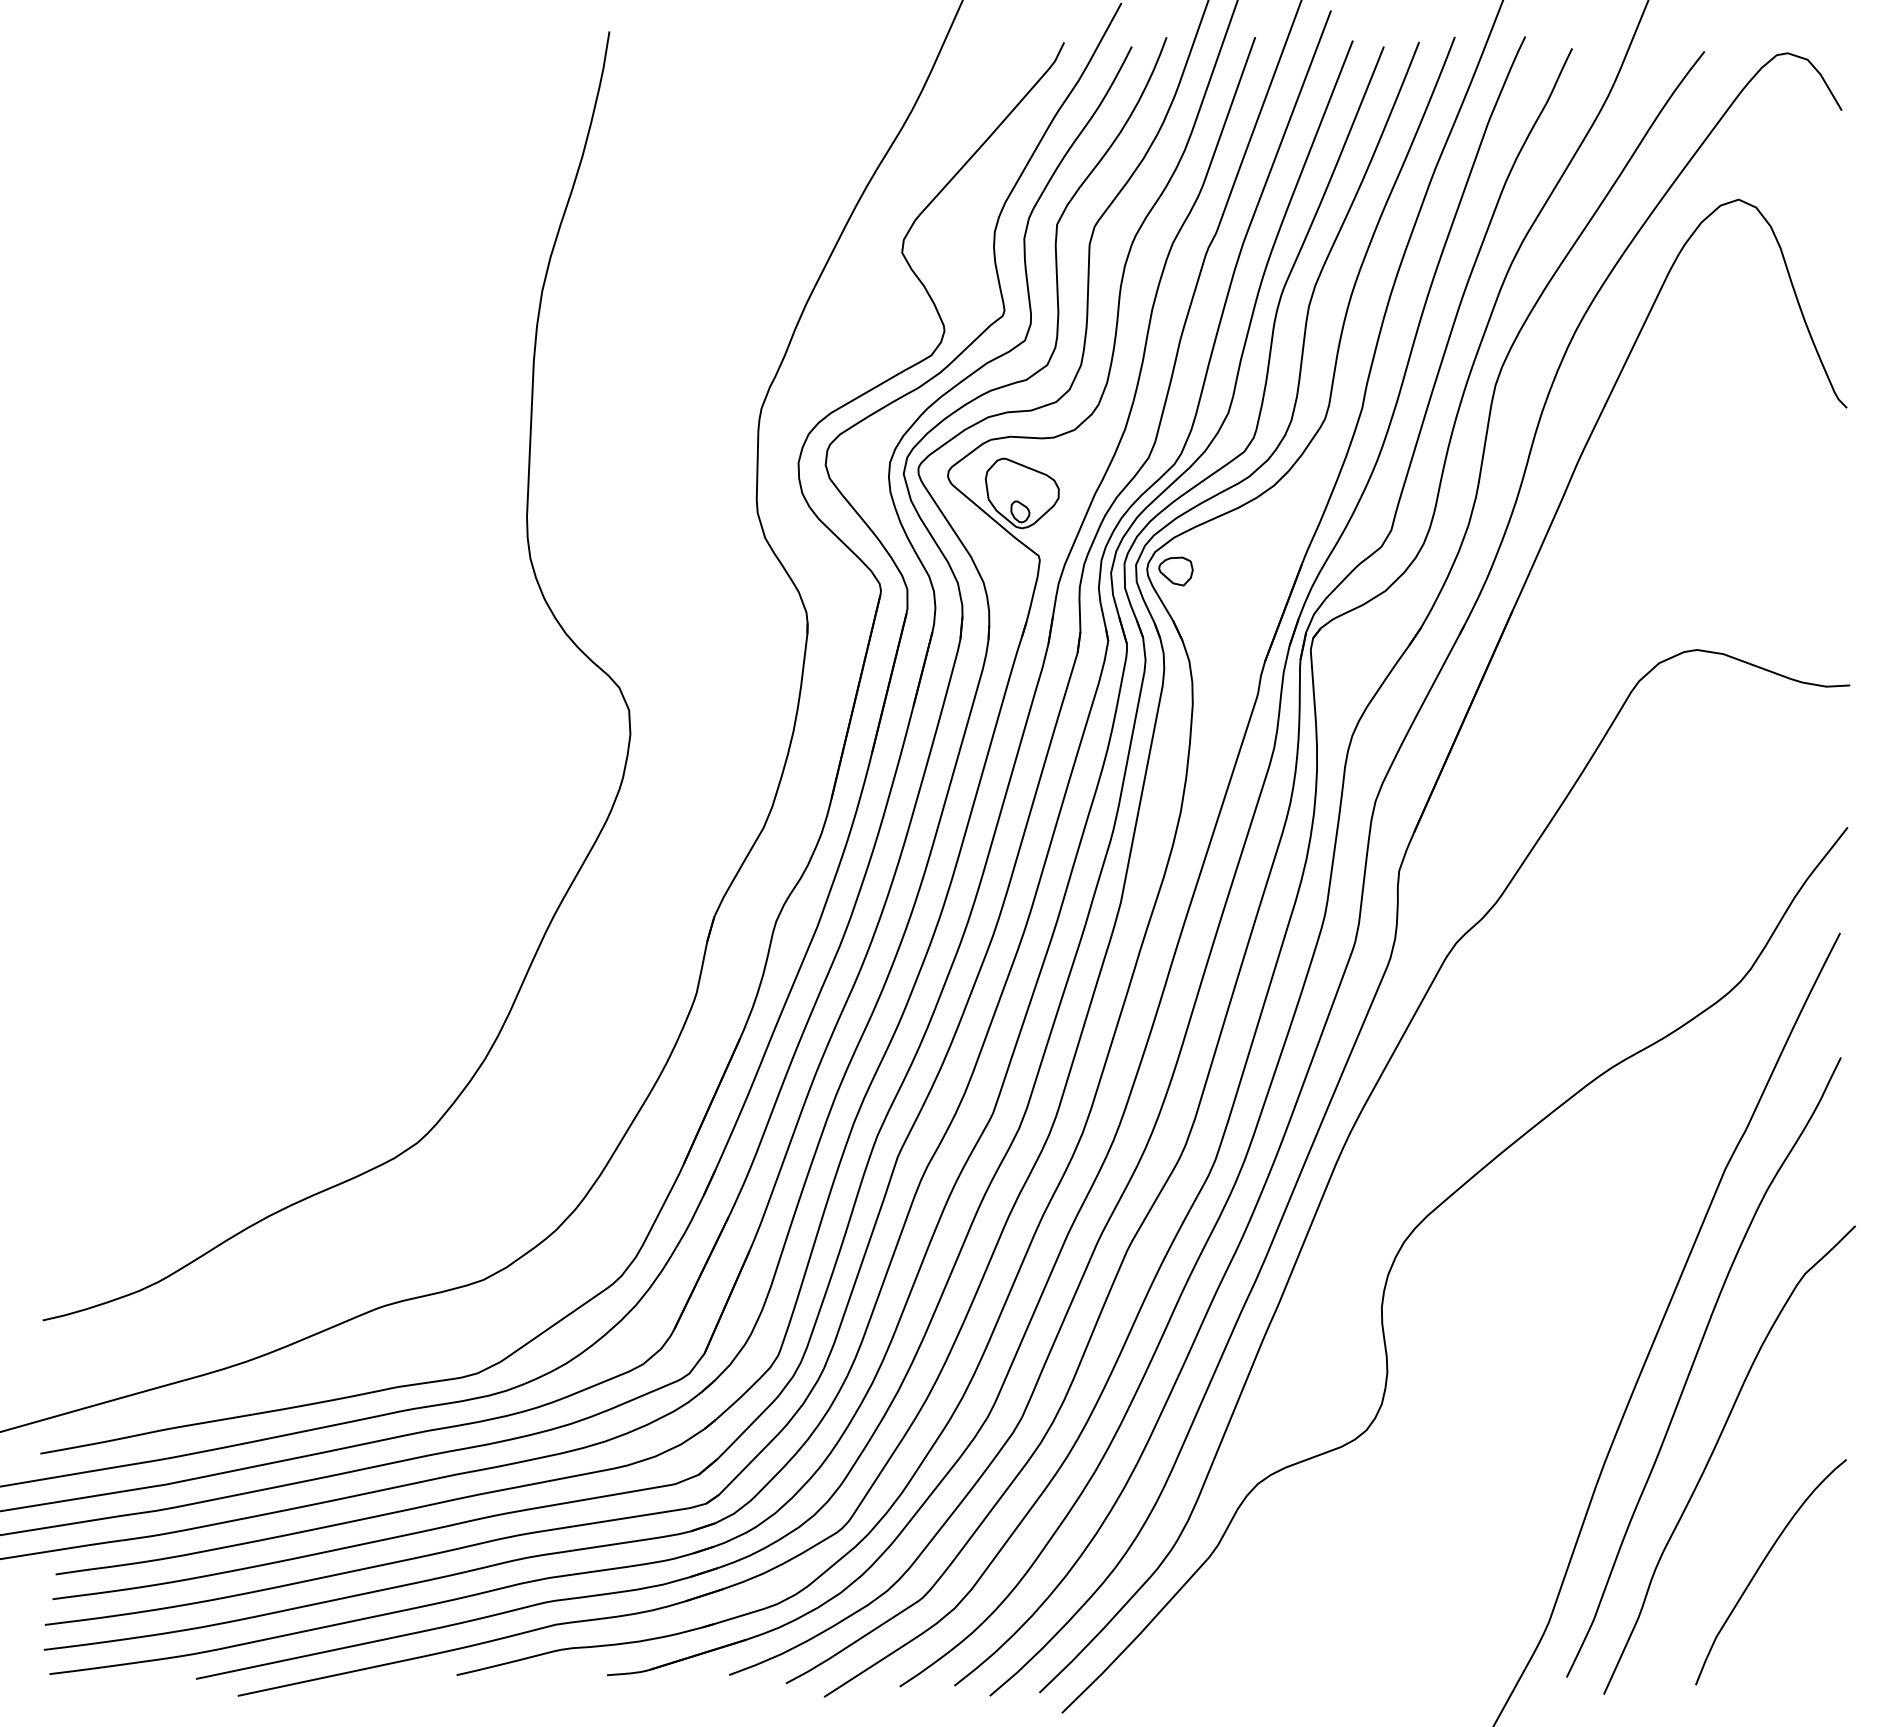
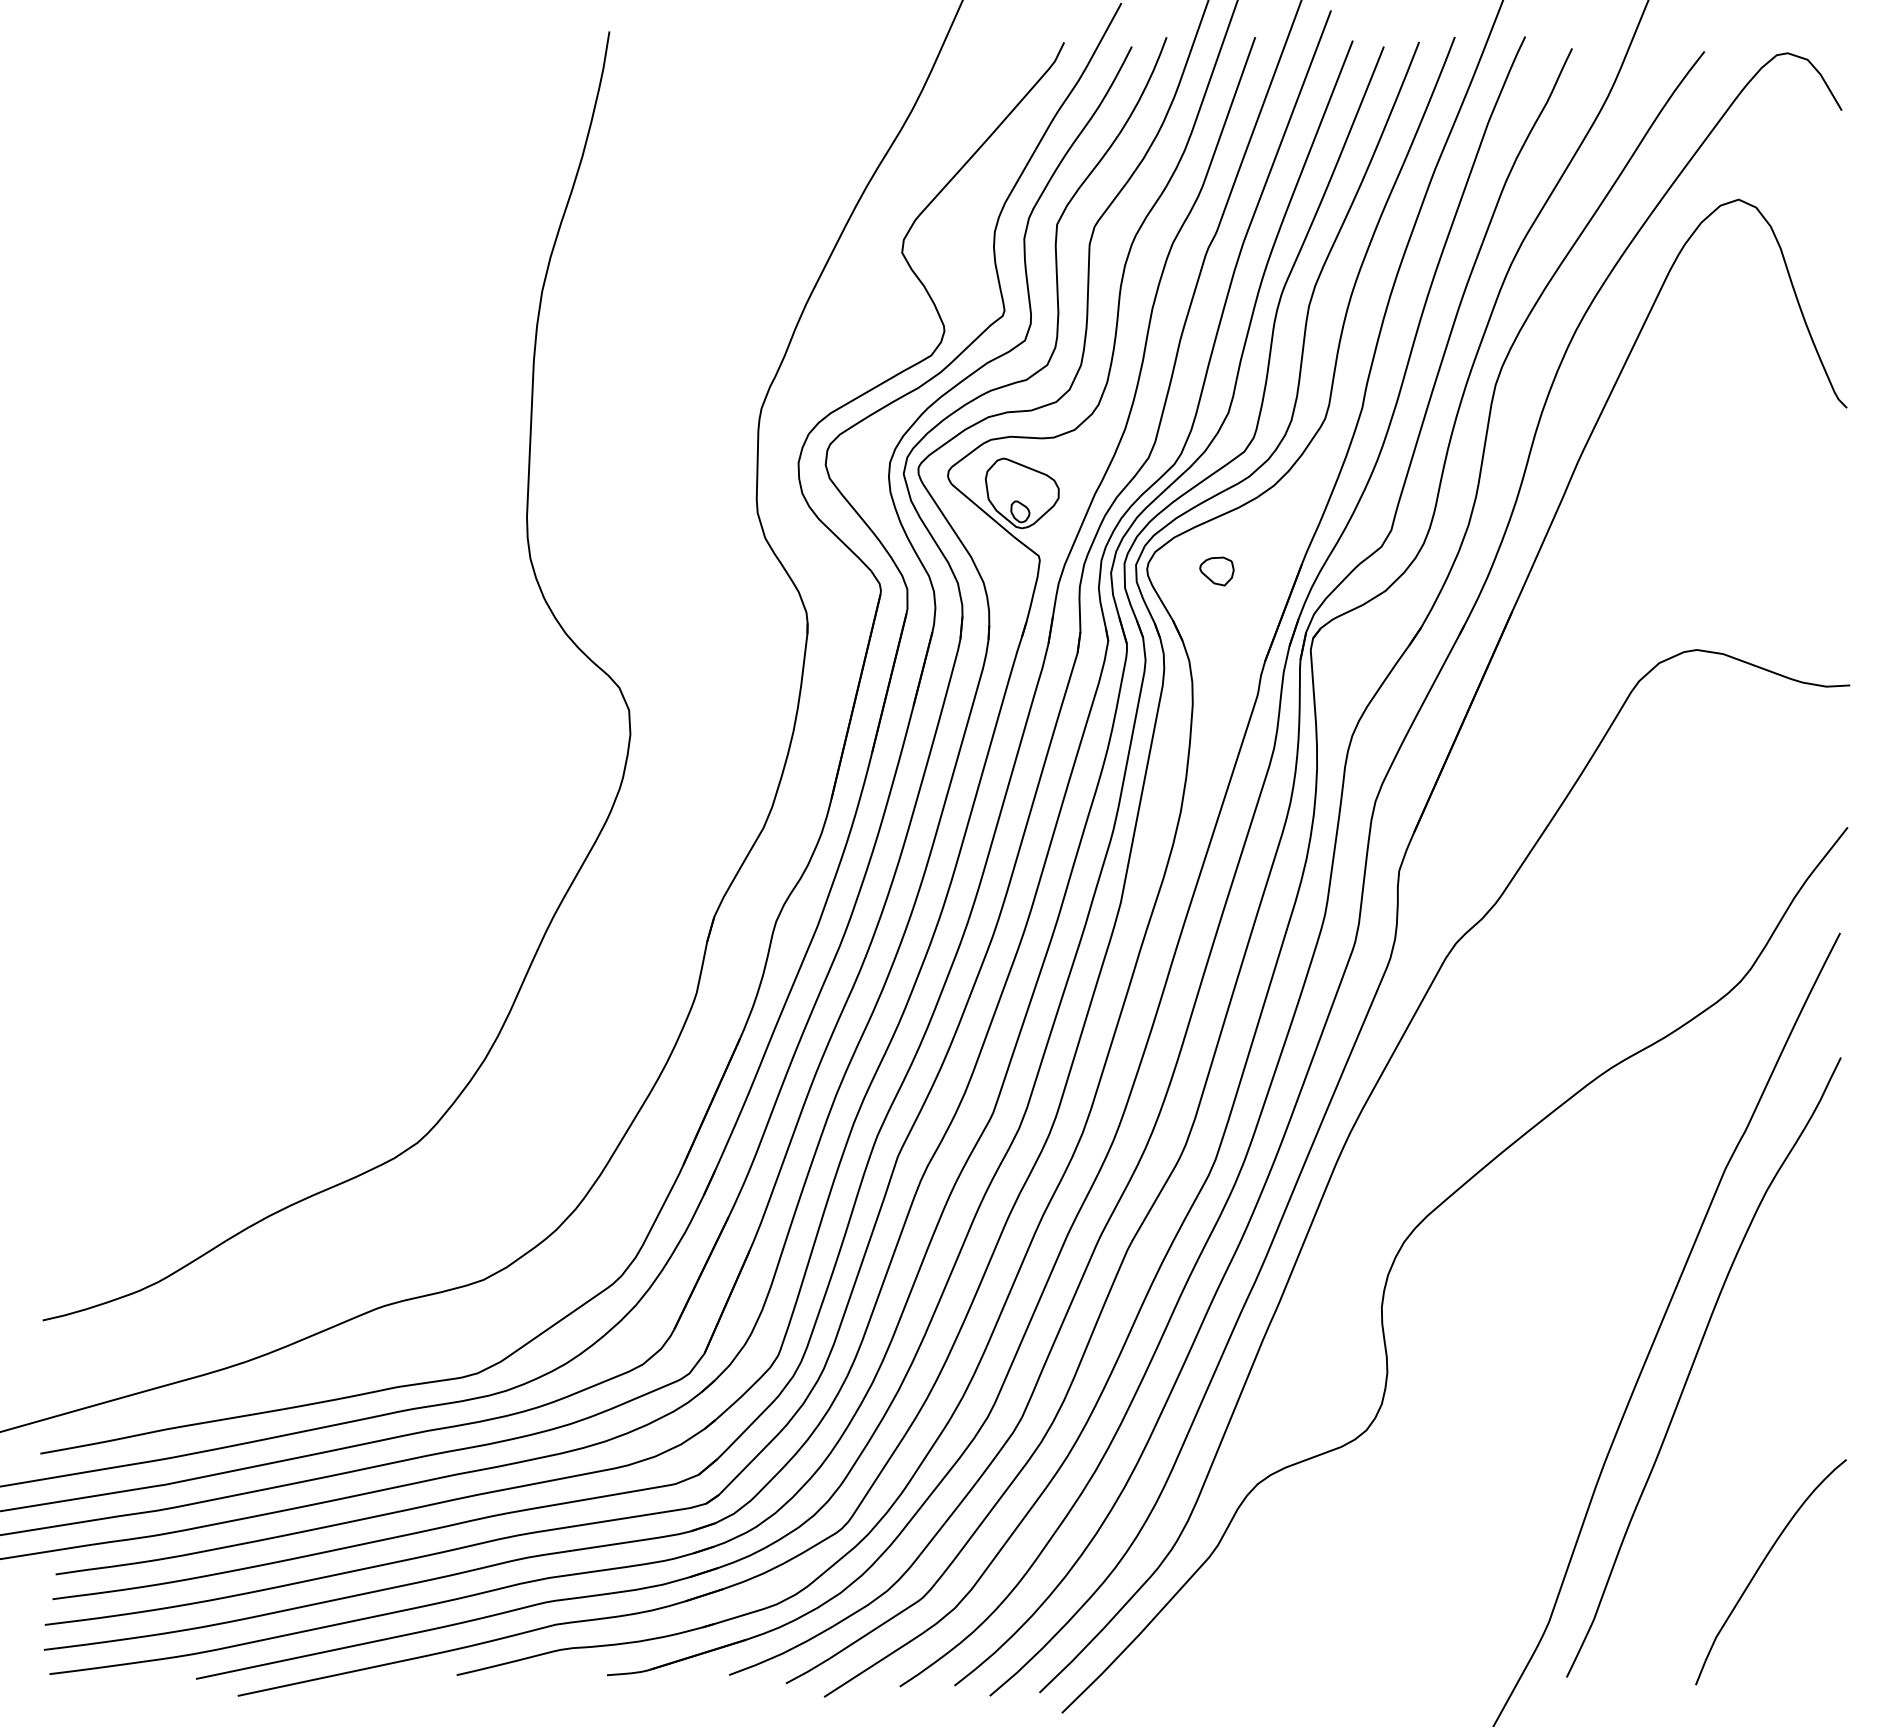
part at (1175, 571) position: (1175, 571) -> (1216, 571)
curve at (1714, 1451): present -> none
